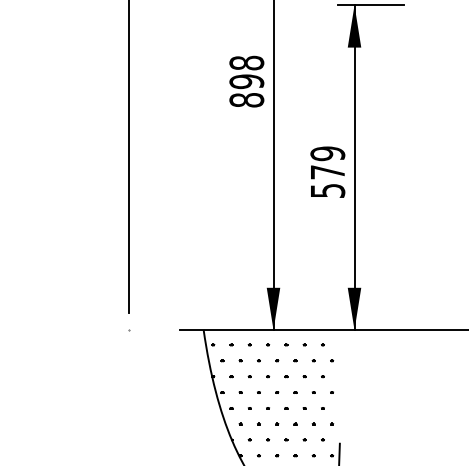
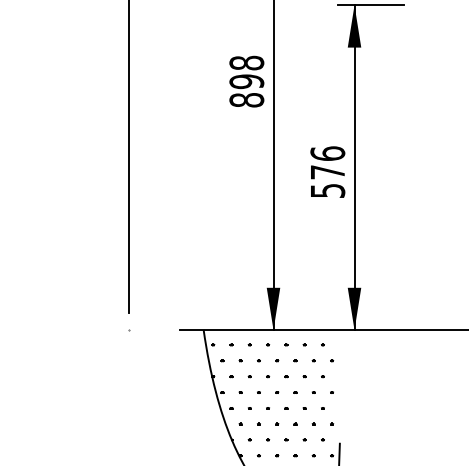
text at (327, 153): 579 -> 576
